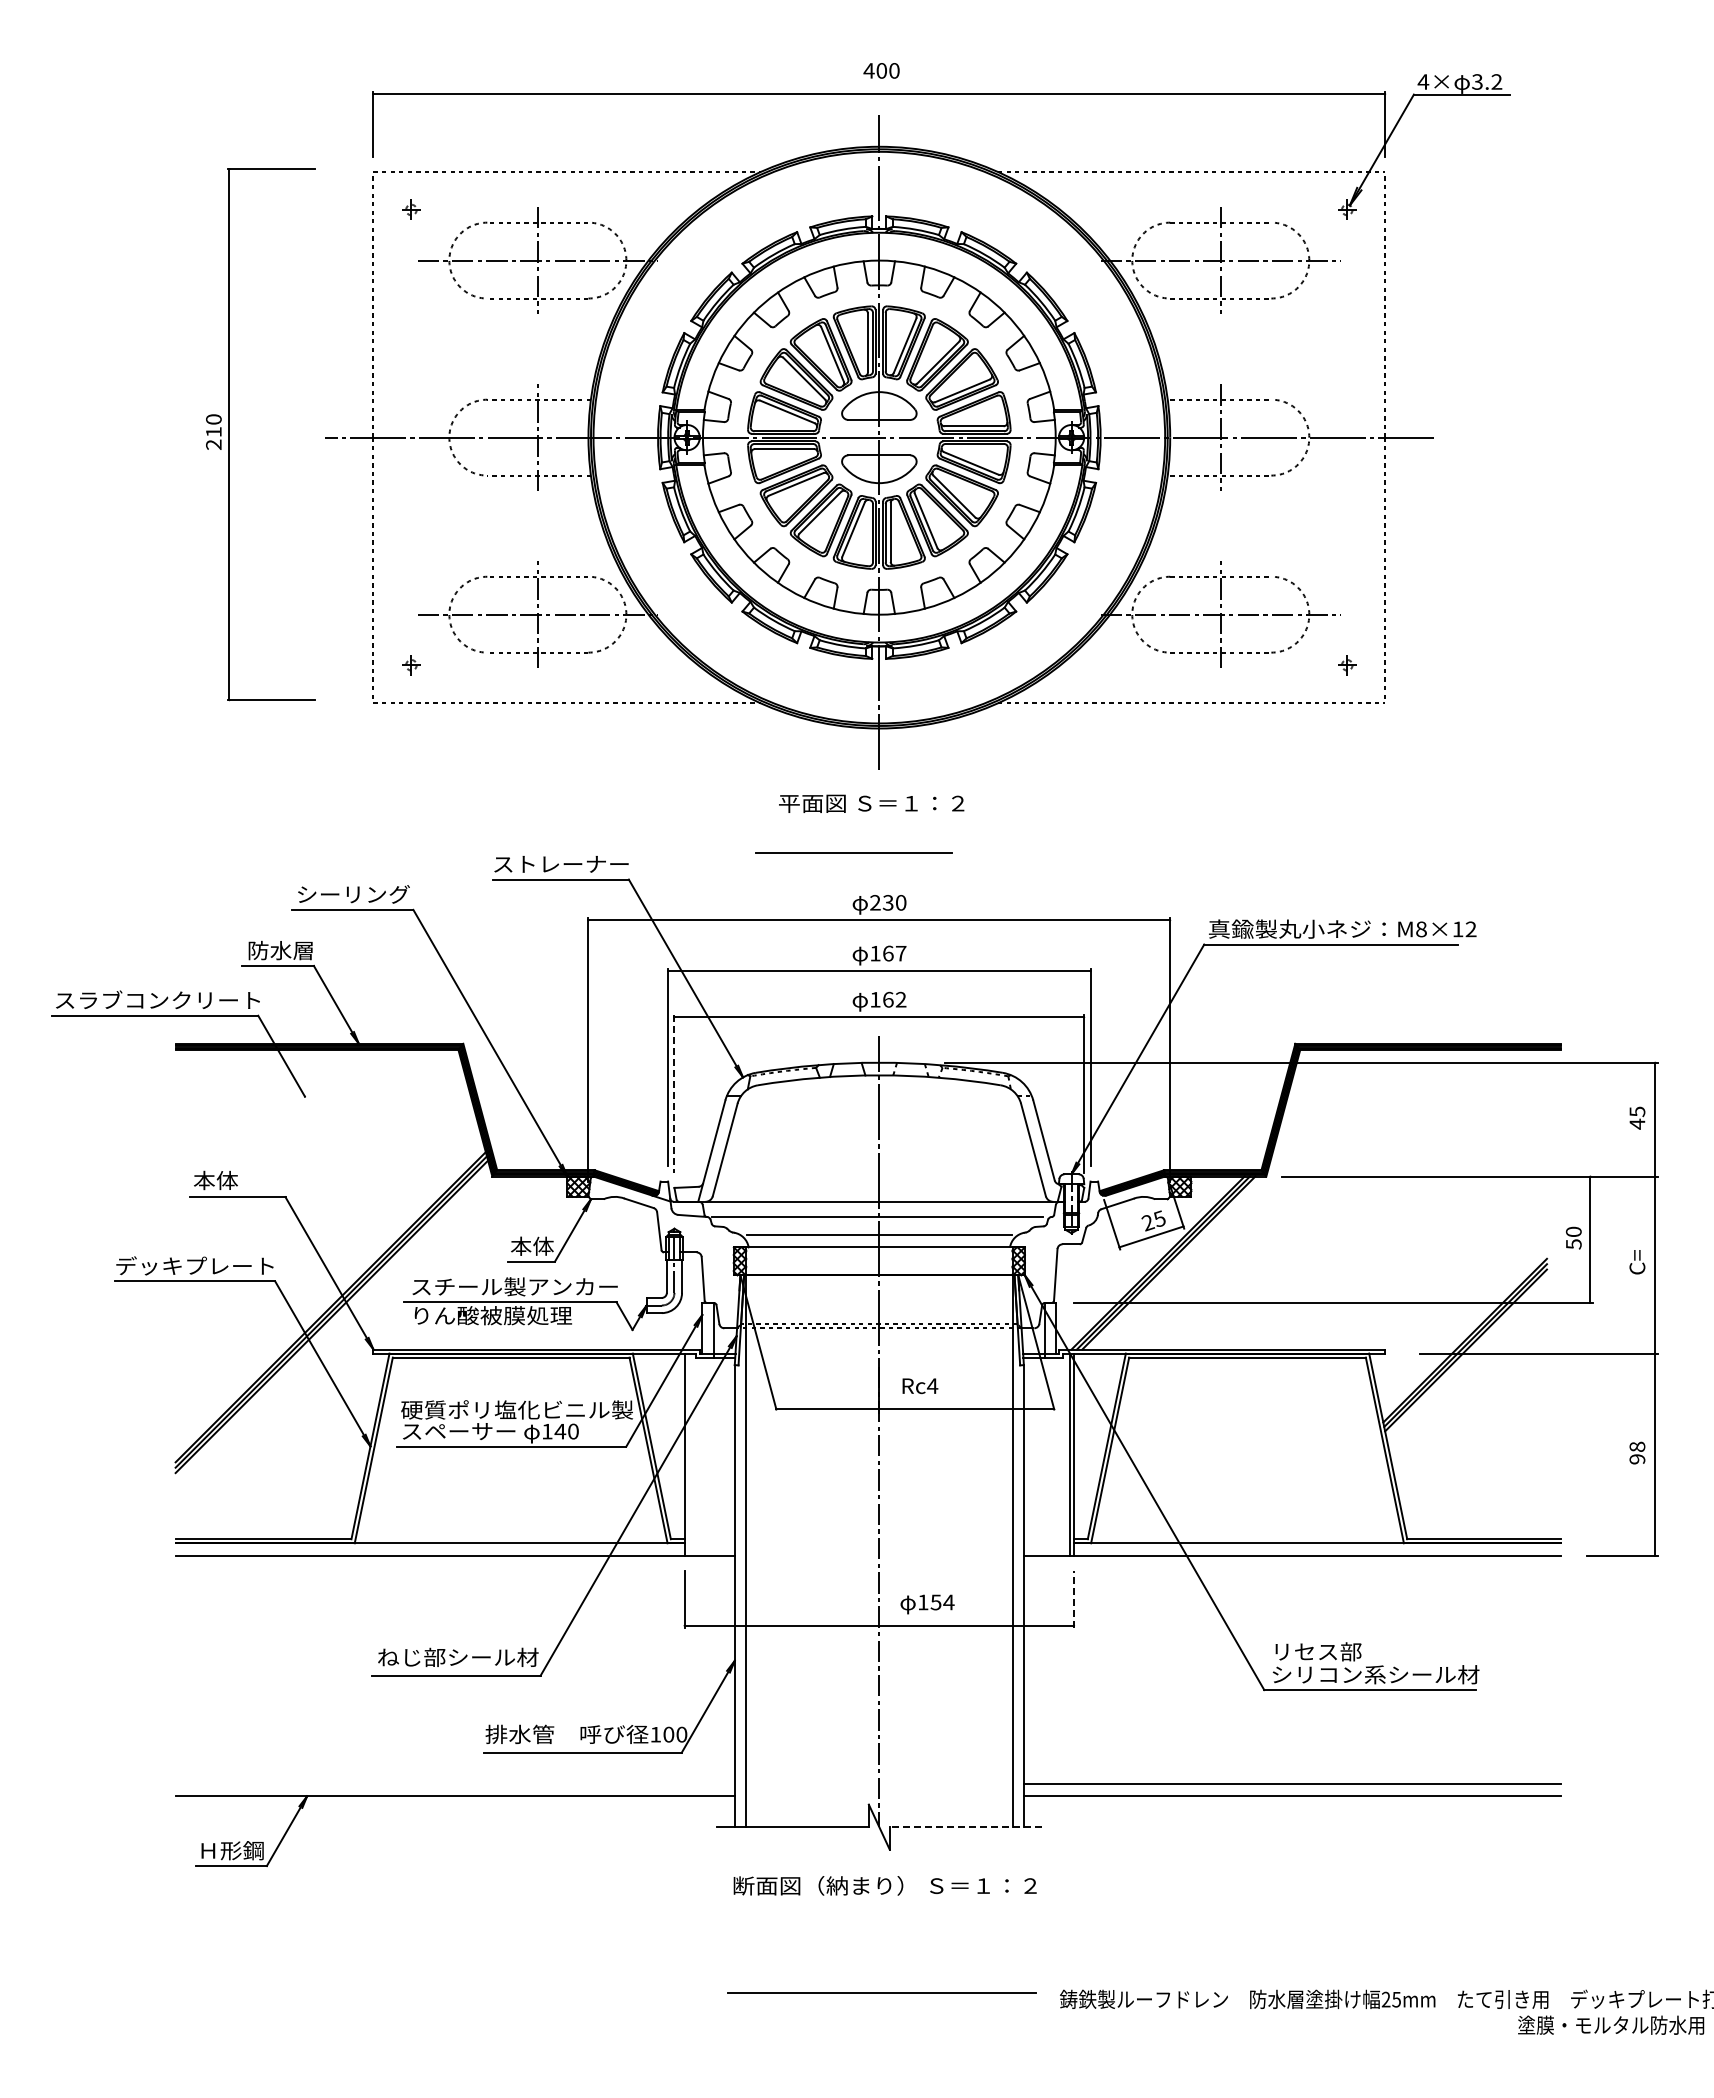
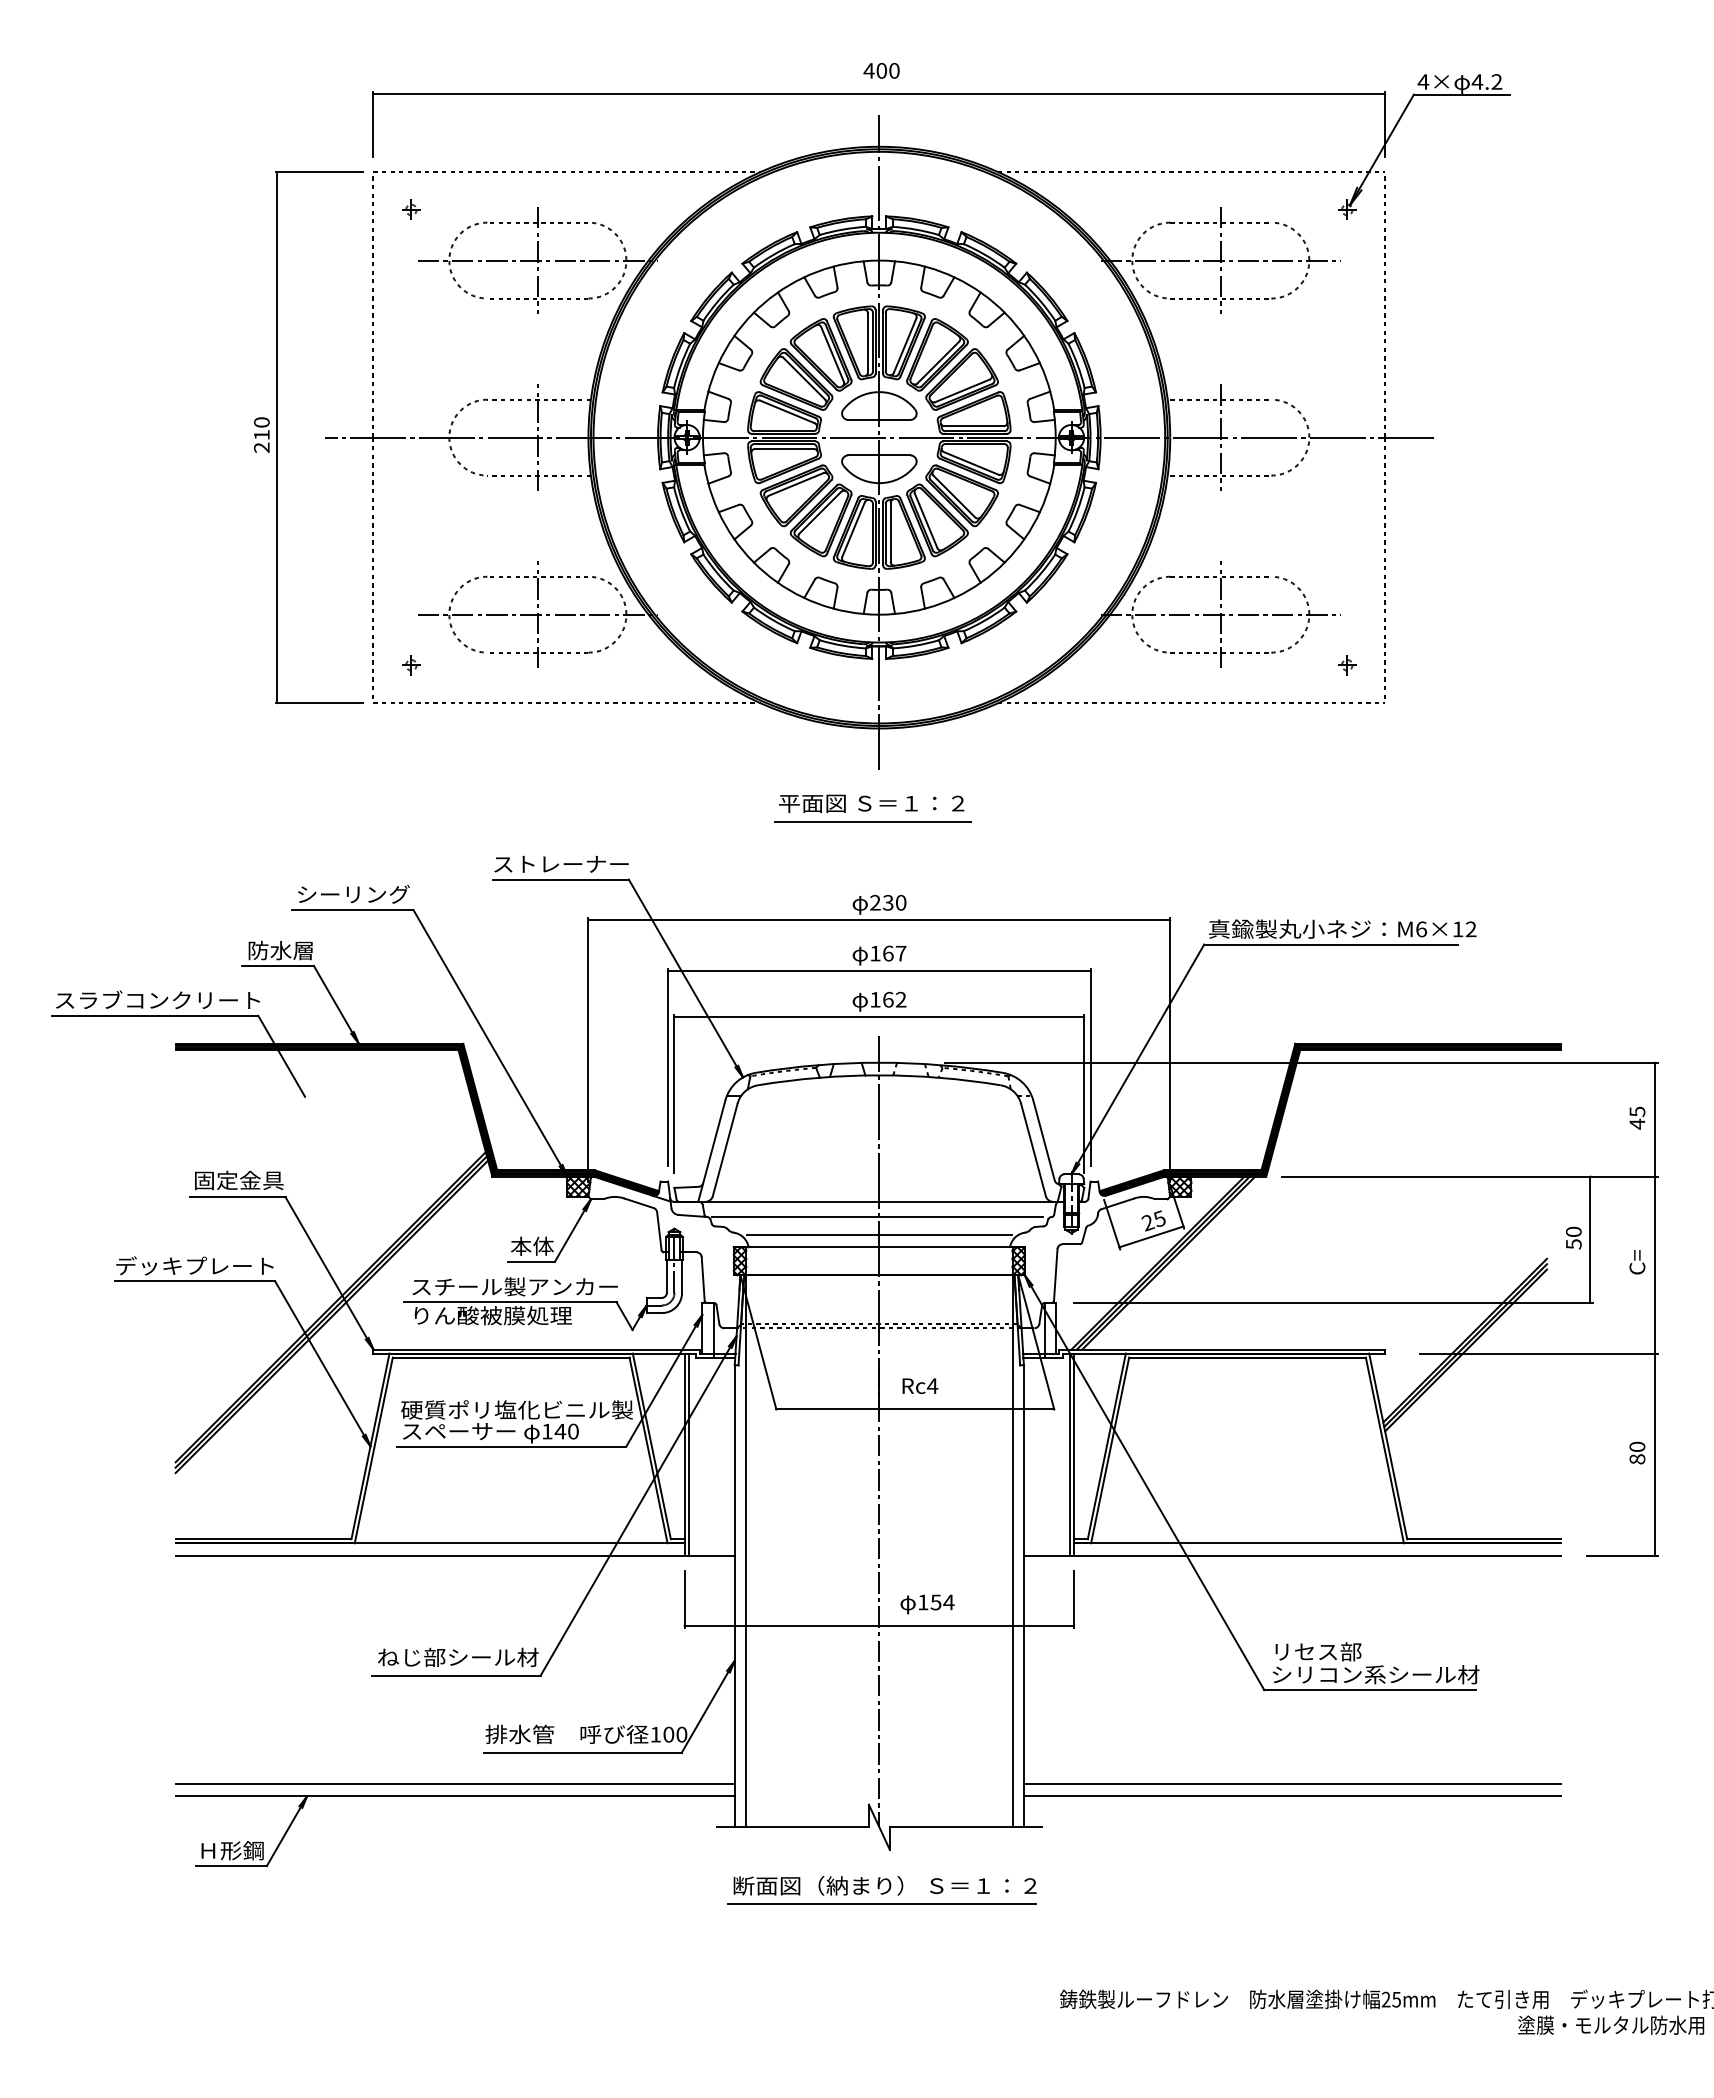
text at (1477, 81): 3.2 -> 4.2
part at (229, 434) position: (229, 434) -> (277, 437)
line at (853, 852) position: (853, 852) -> (872, 821)
text at (1421, 929): M8×12 -> M6×12
line at (674, 1093): dashed -> solid
text at (238, 1180): 本体 -> 固定金具
text at (1637, 1452): 98 -> 80
line at (688, 1454): none -> present
line at (1074, 1599): dashed -> solid
line at (454, 1783): none -> present
line at (965, 1827): dashed -> solid
line at (881, 1992) position: (881, 1992) -> (881, 1903)
